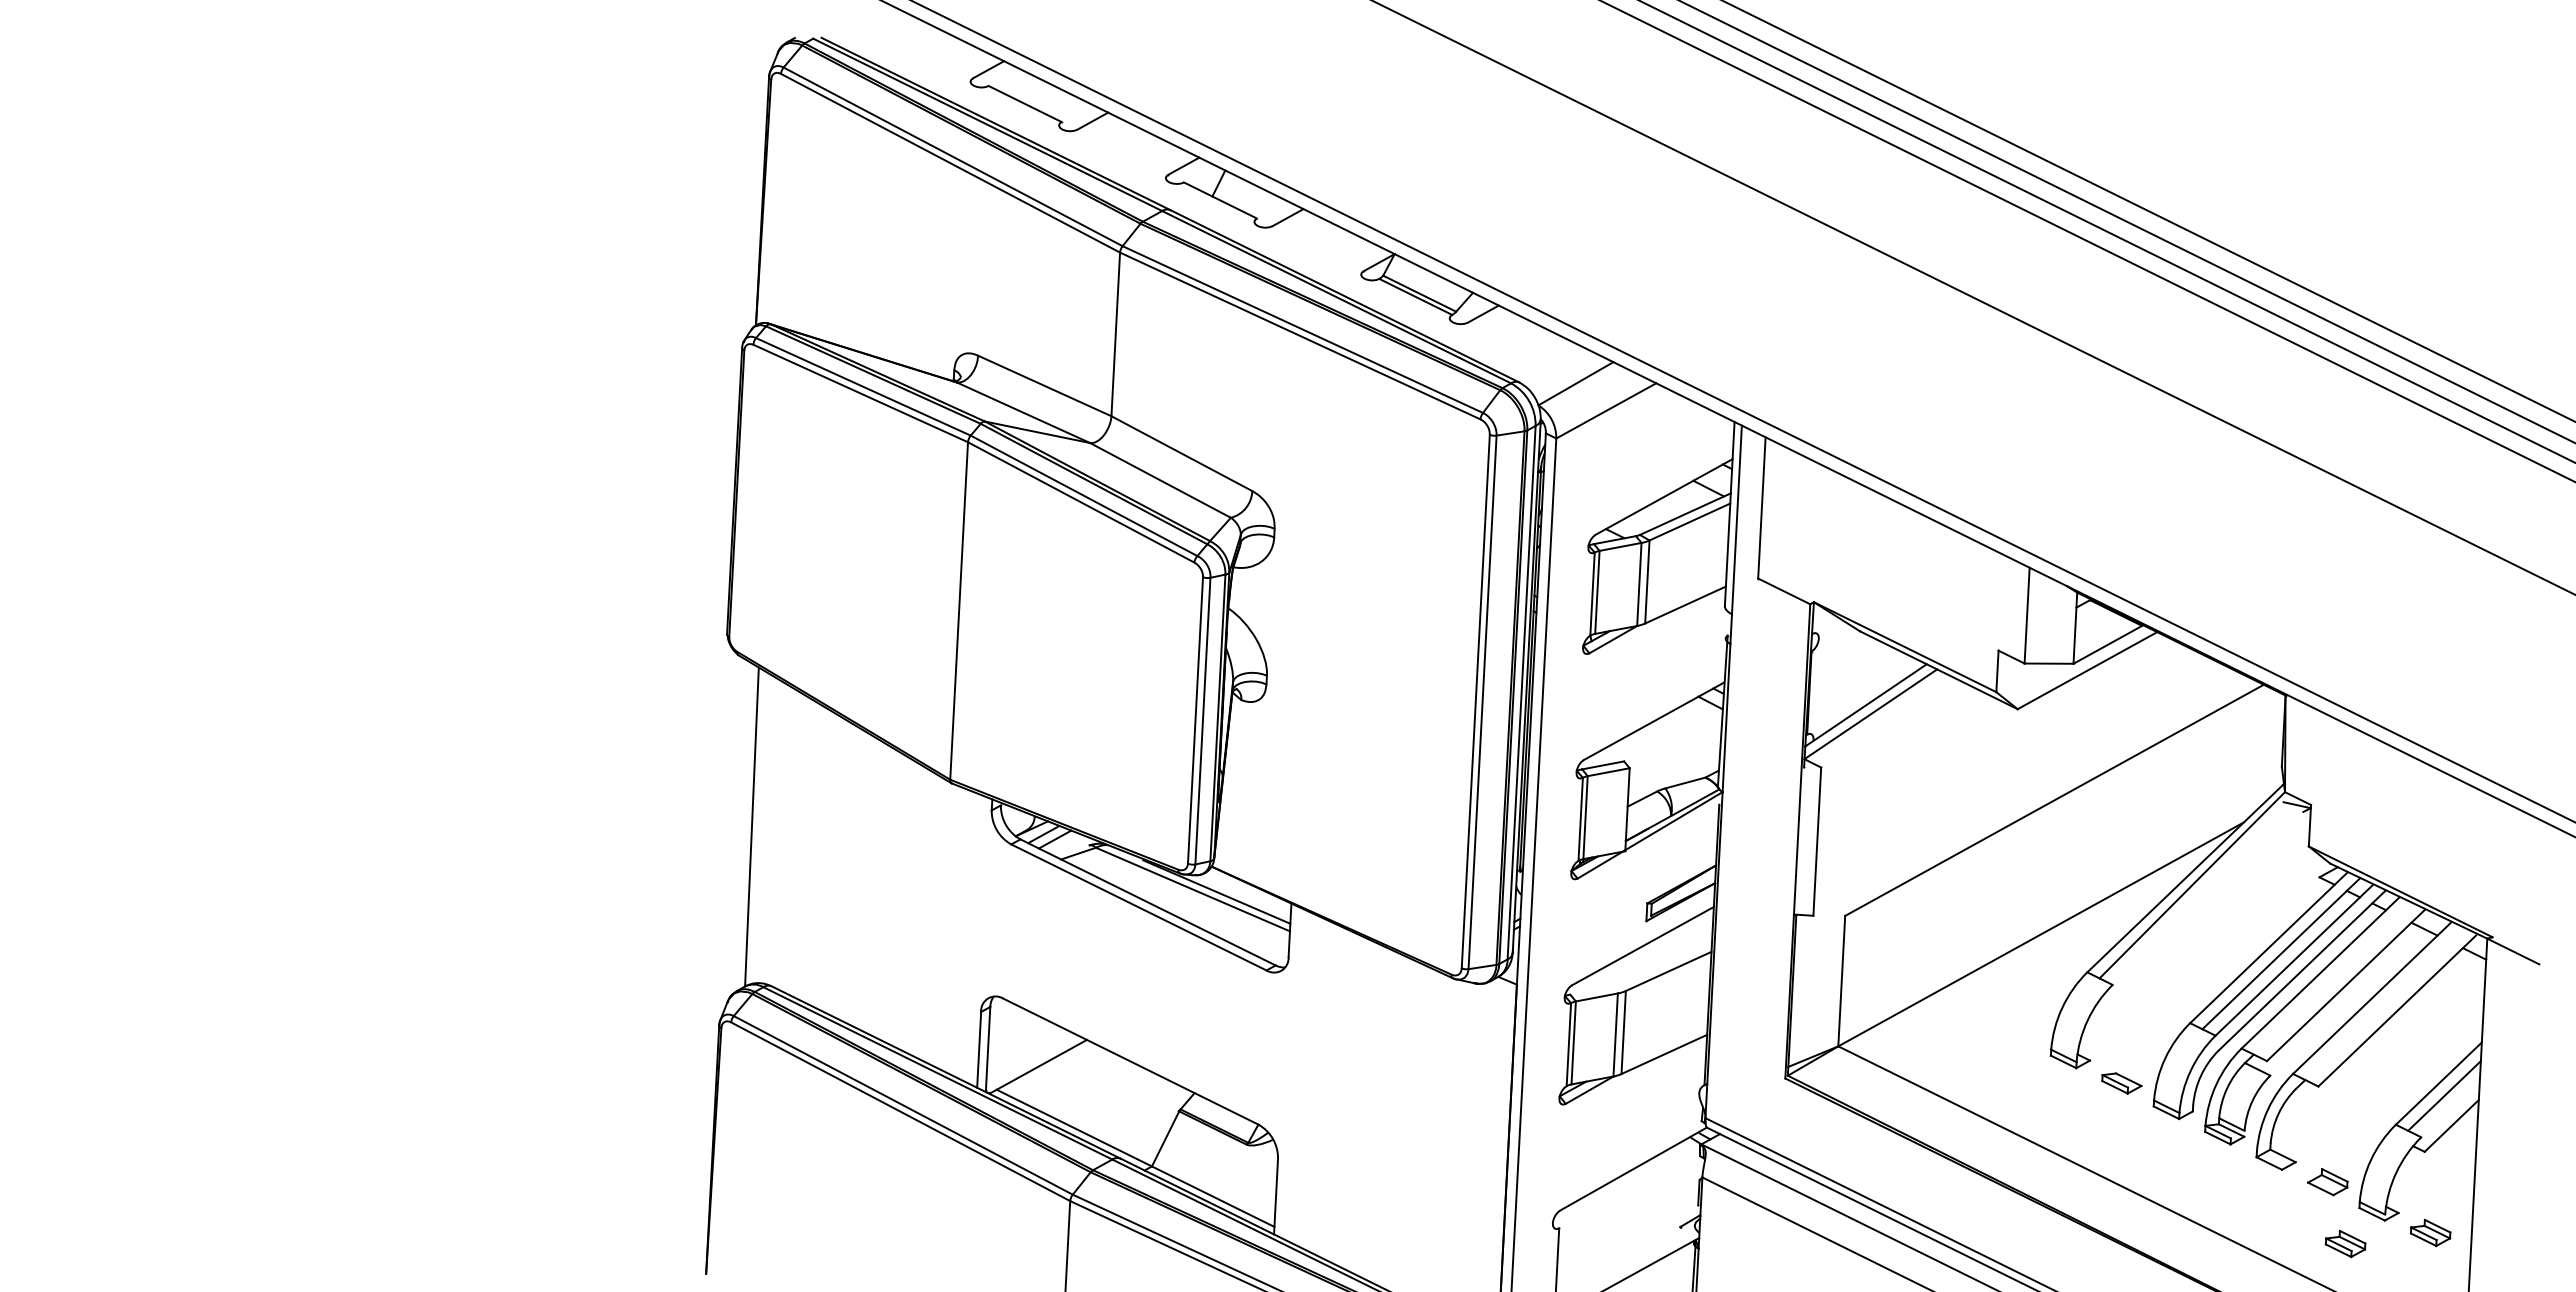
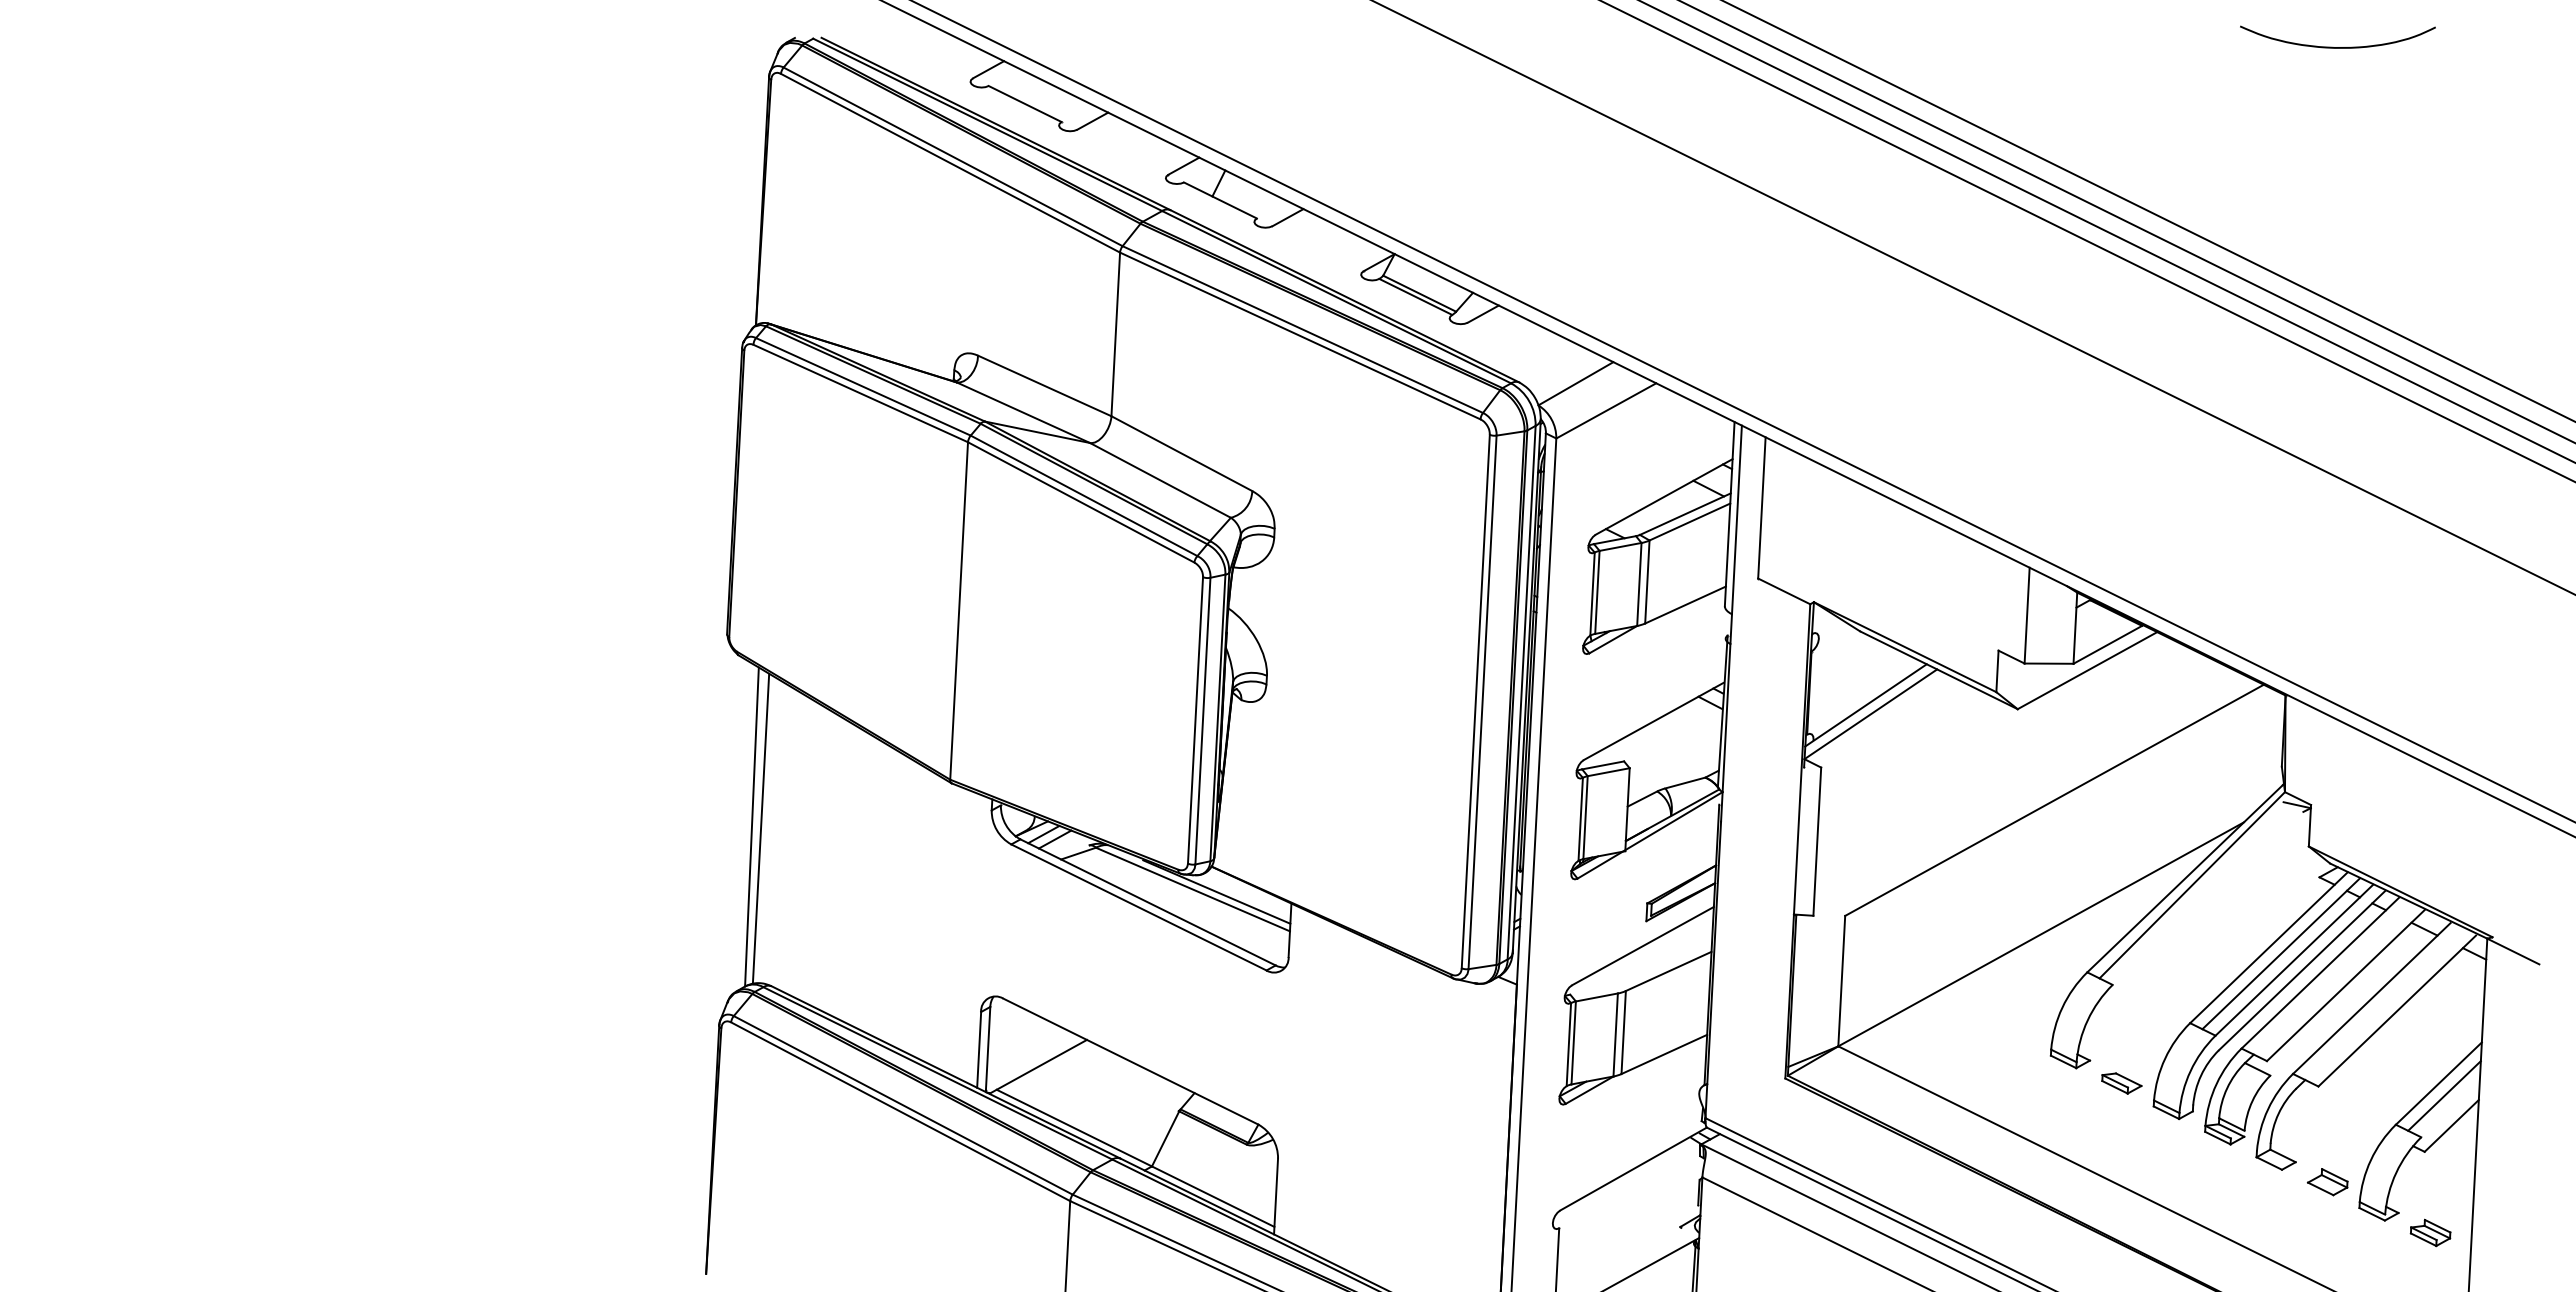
curve at (2337, 47): none -> present
line at (760, 828): none -> present
part at (2345, 1243): present -> none
